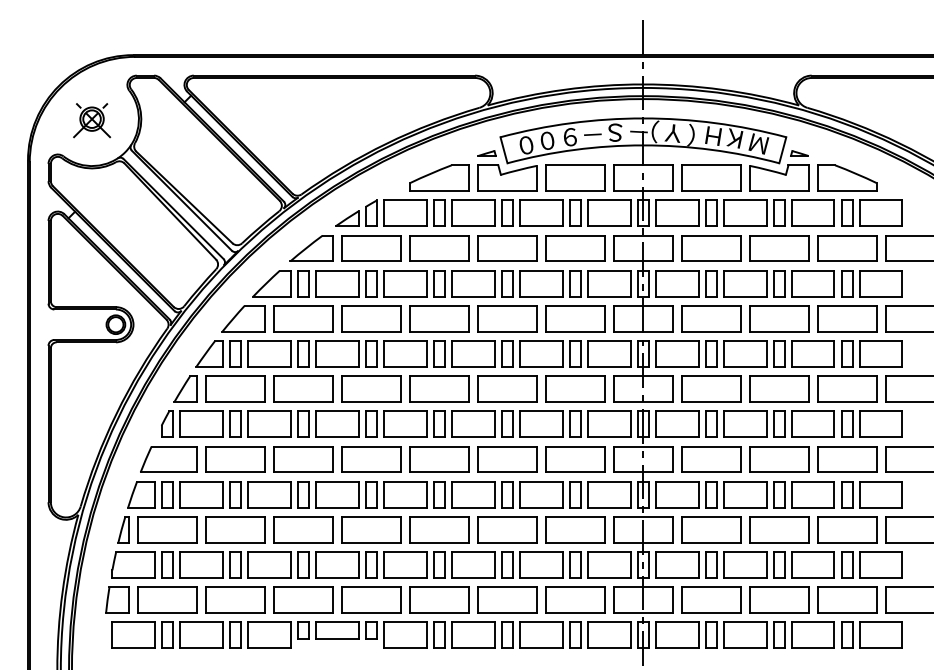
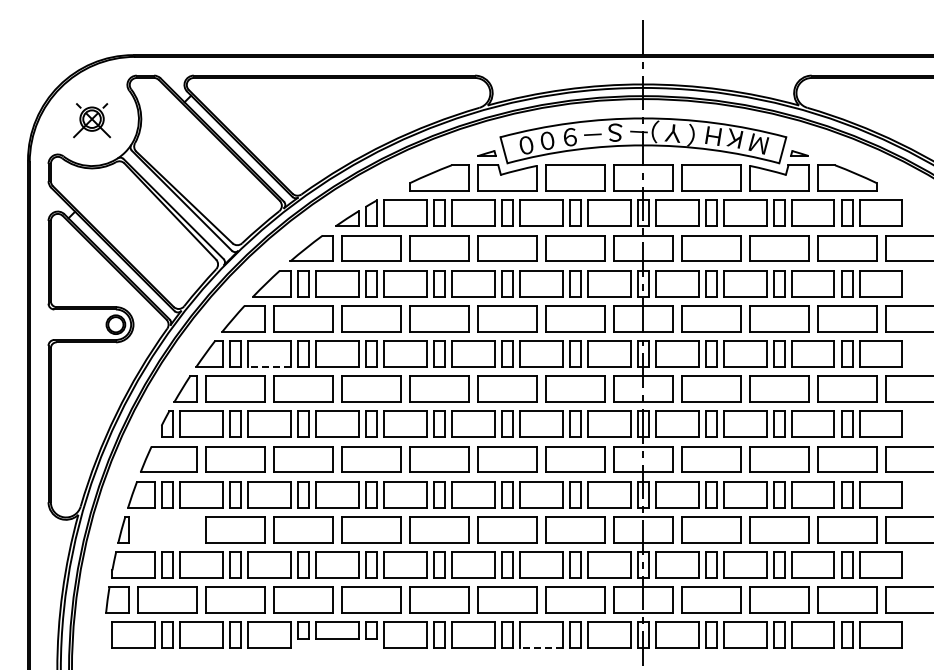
line at (269, 366): solid -> dashed
part at (167, 529): present -> none
line at (540, 648): solid -> dashed
